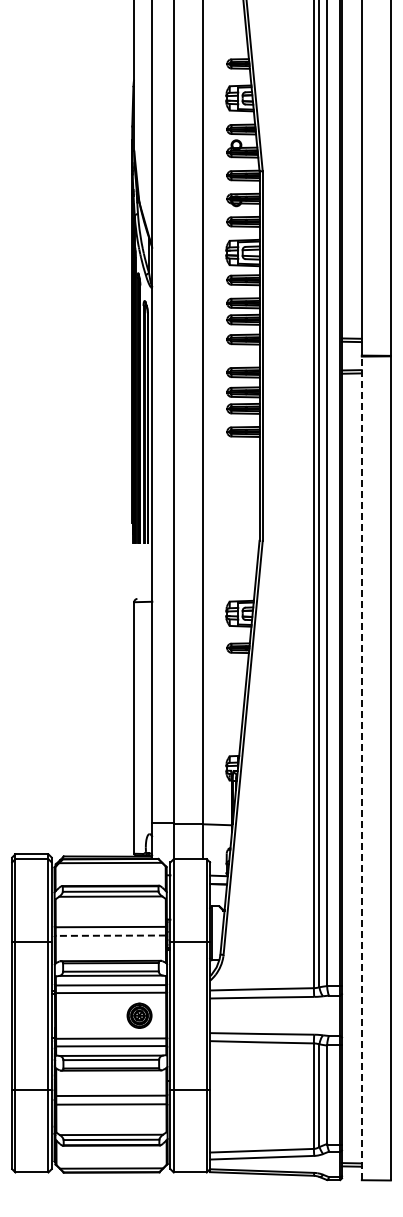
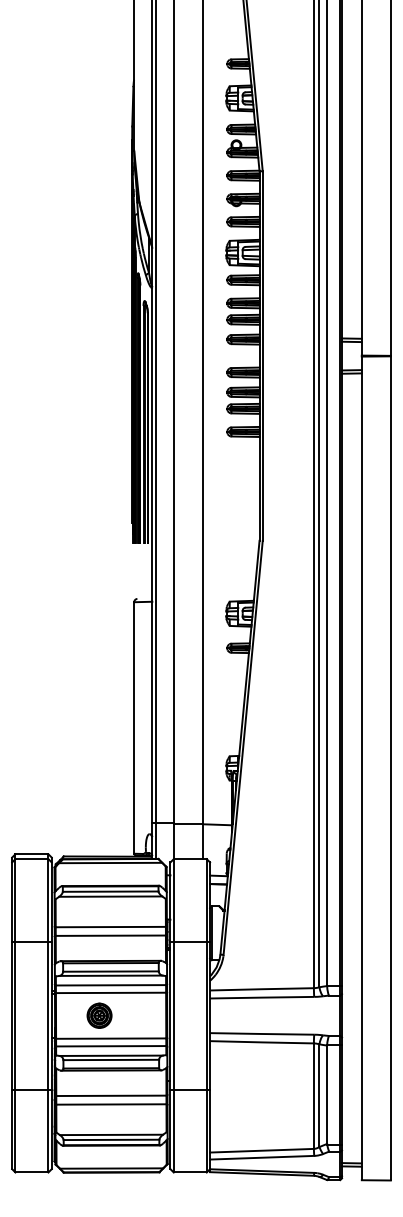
line at (155, 430): none -> present
line at (361, 768): dashed -> solid
line at (110, 935): dashed -> solid
part at (139, 1015) position: (139, 1015) -> (99, 1015)
